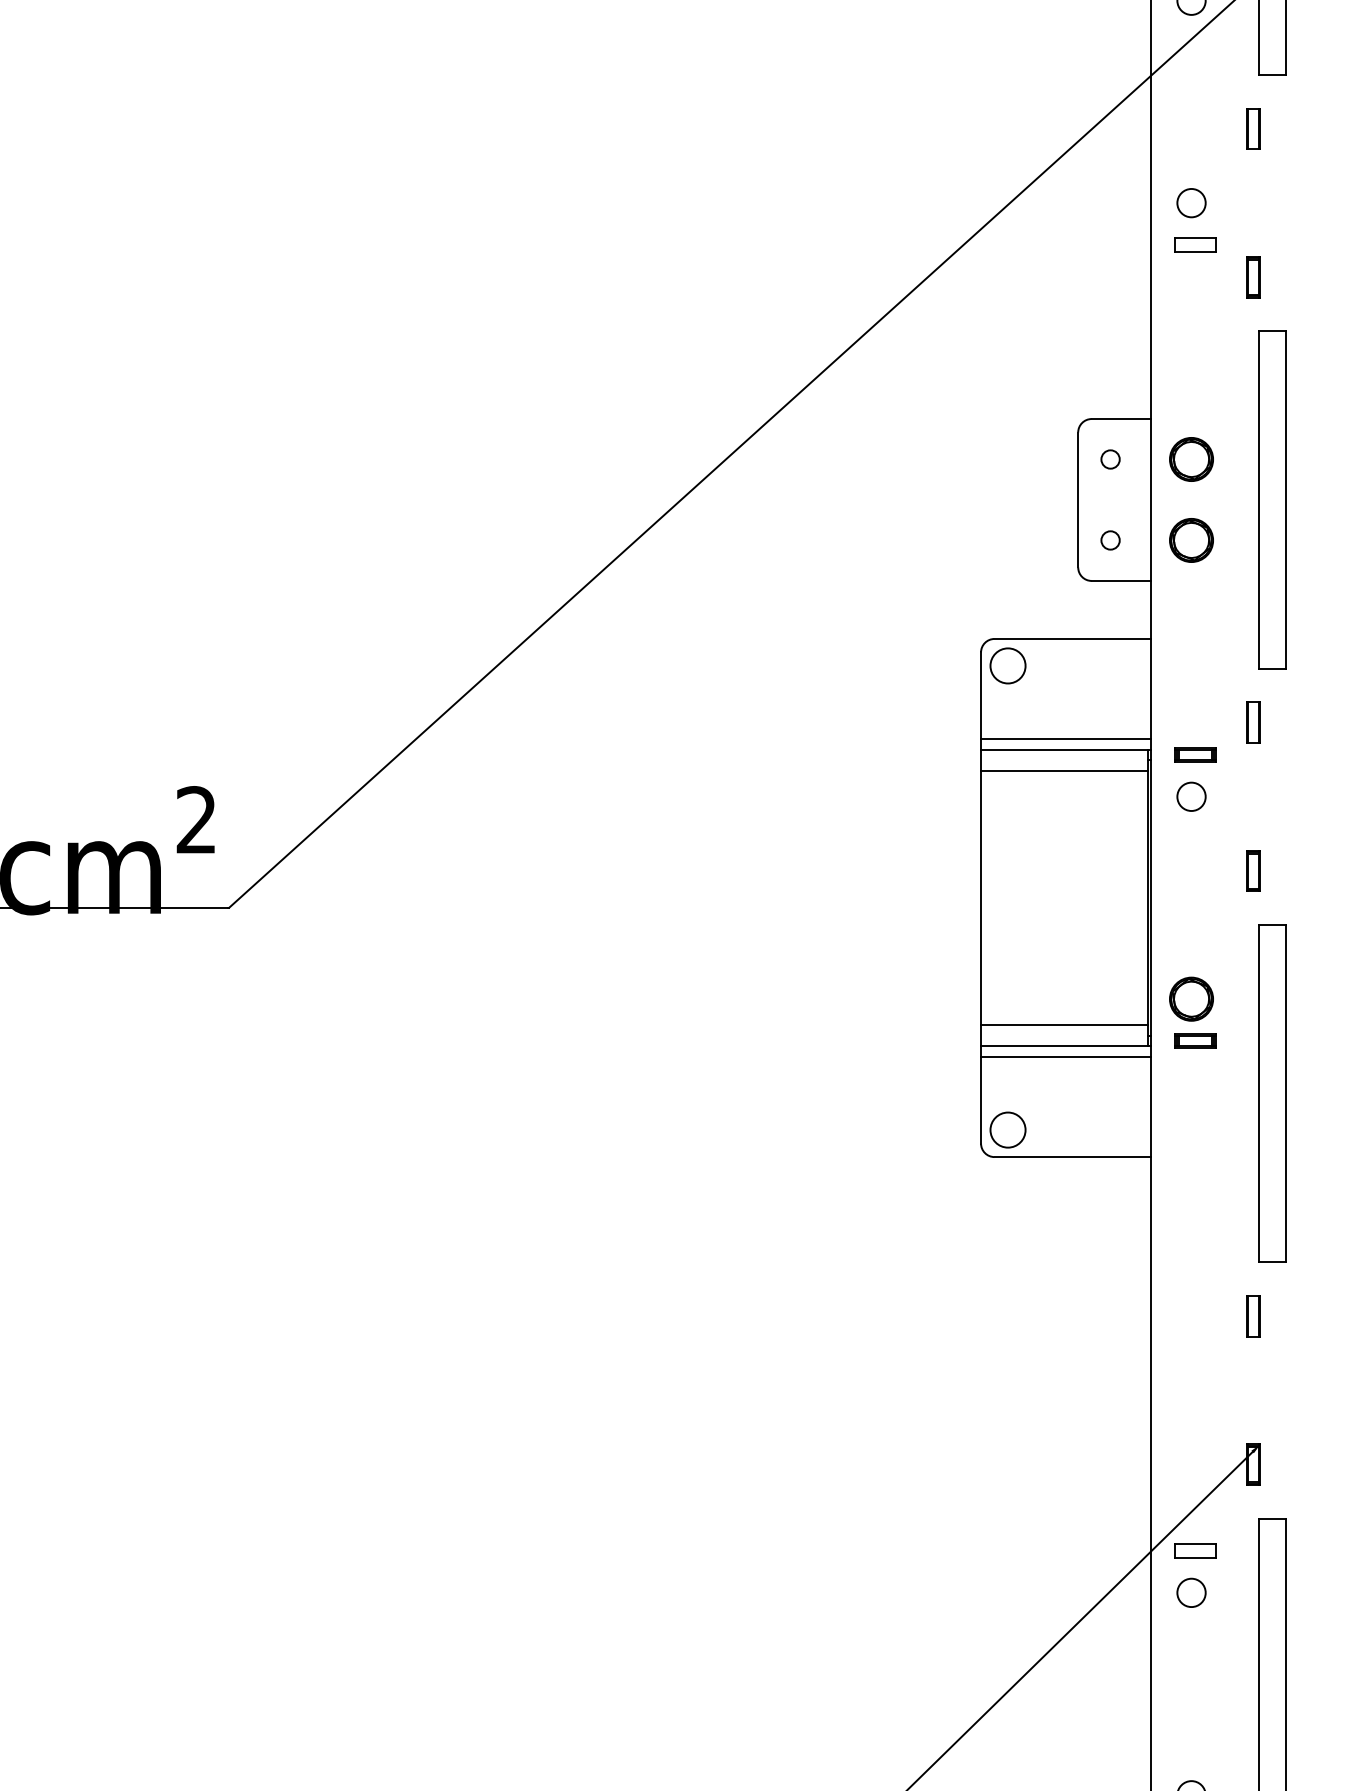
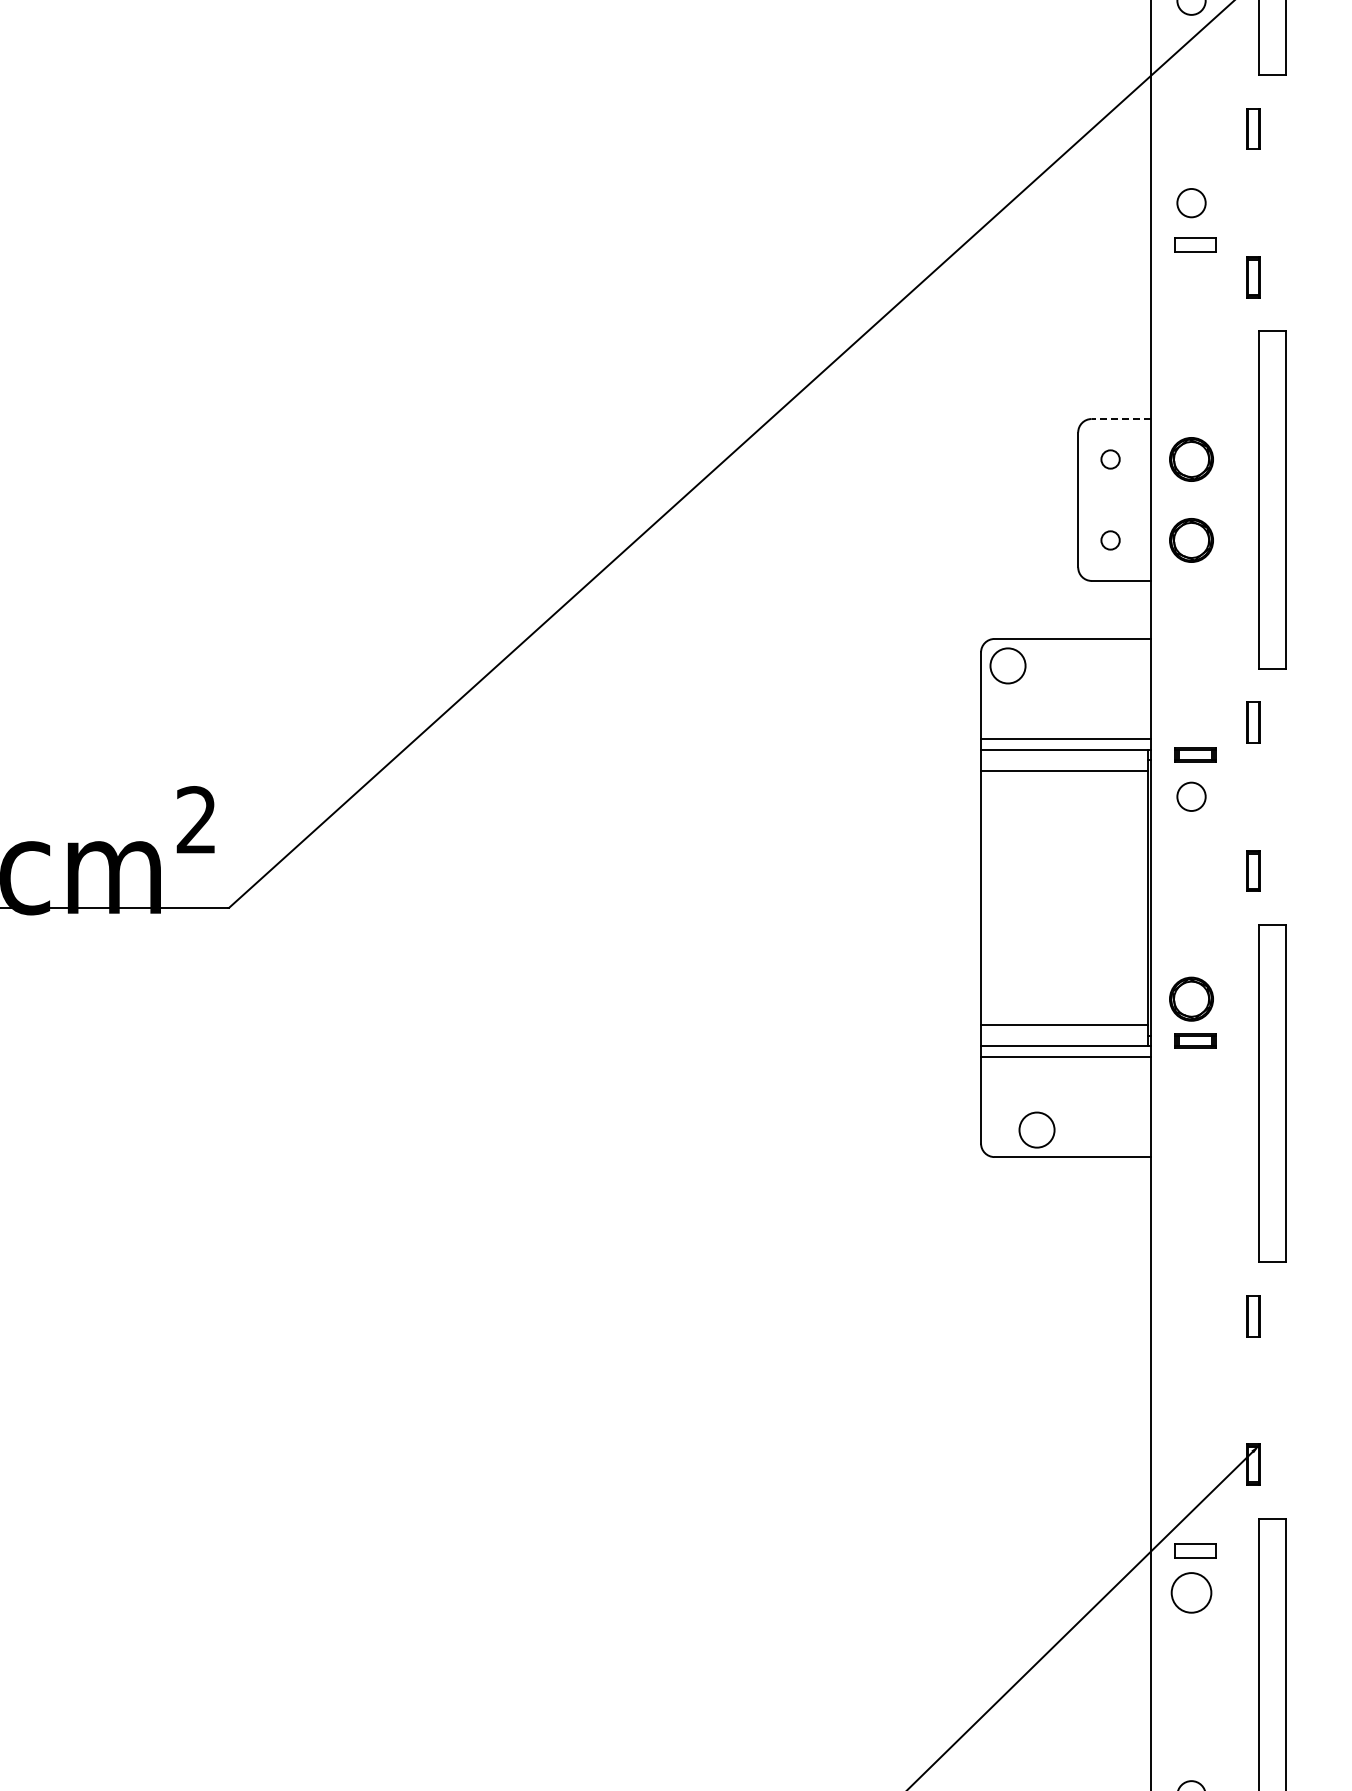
line at (1121, 419): solid -> dashed
circle at (1007, 1129) position: (1007, 1129) -> (1036, 1129)
circle at (1191, 1592) diameter: 28 px -> 40 px
